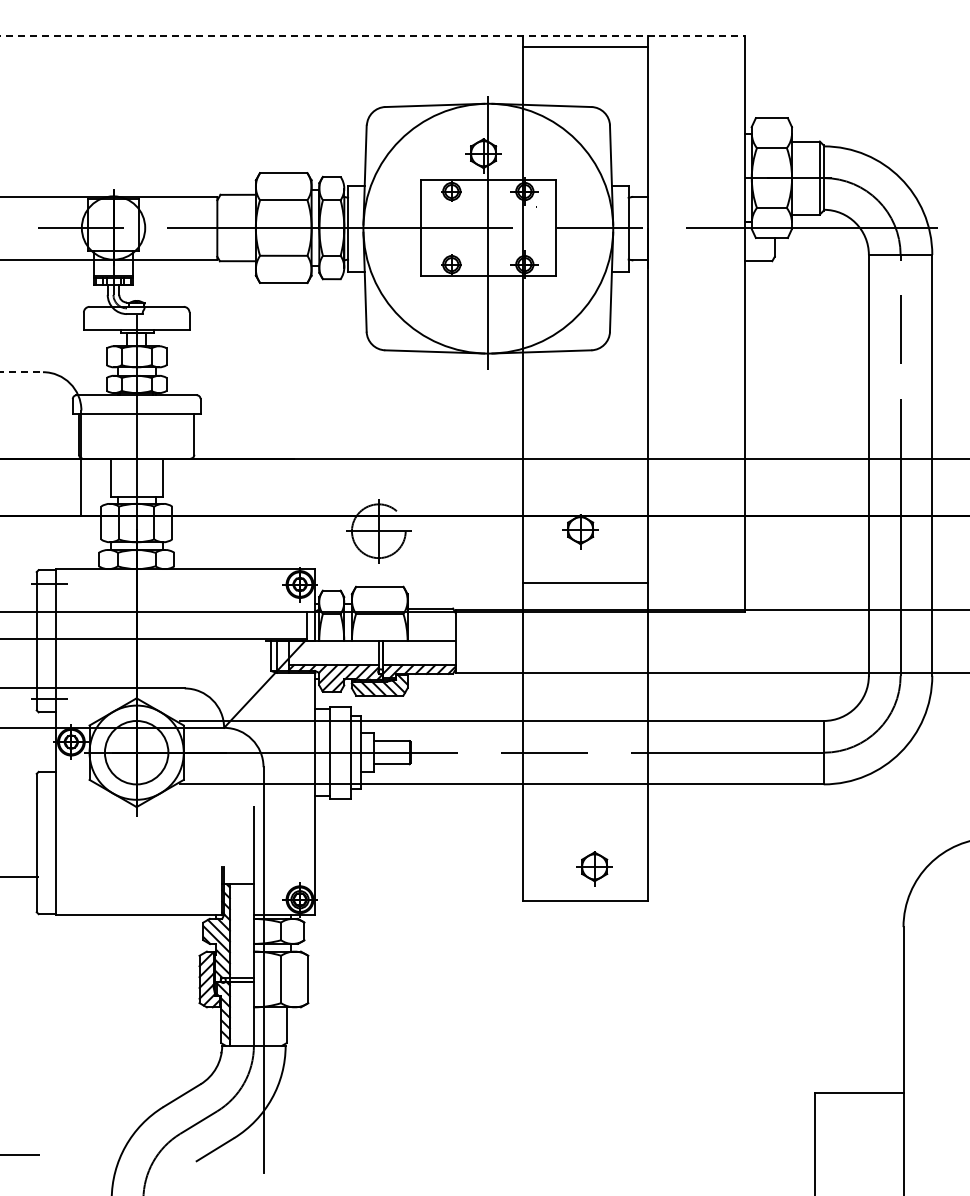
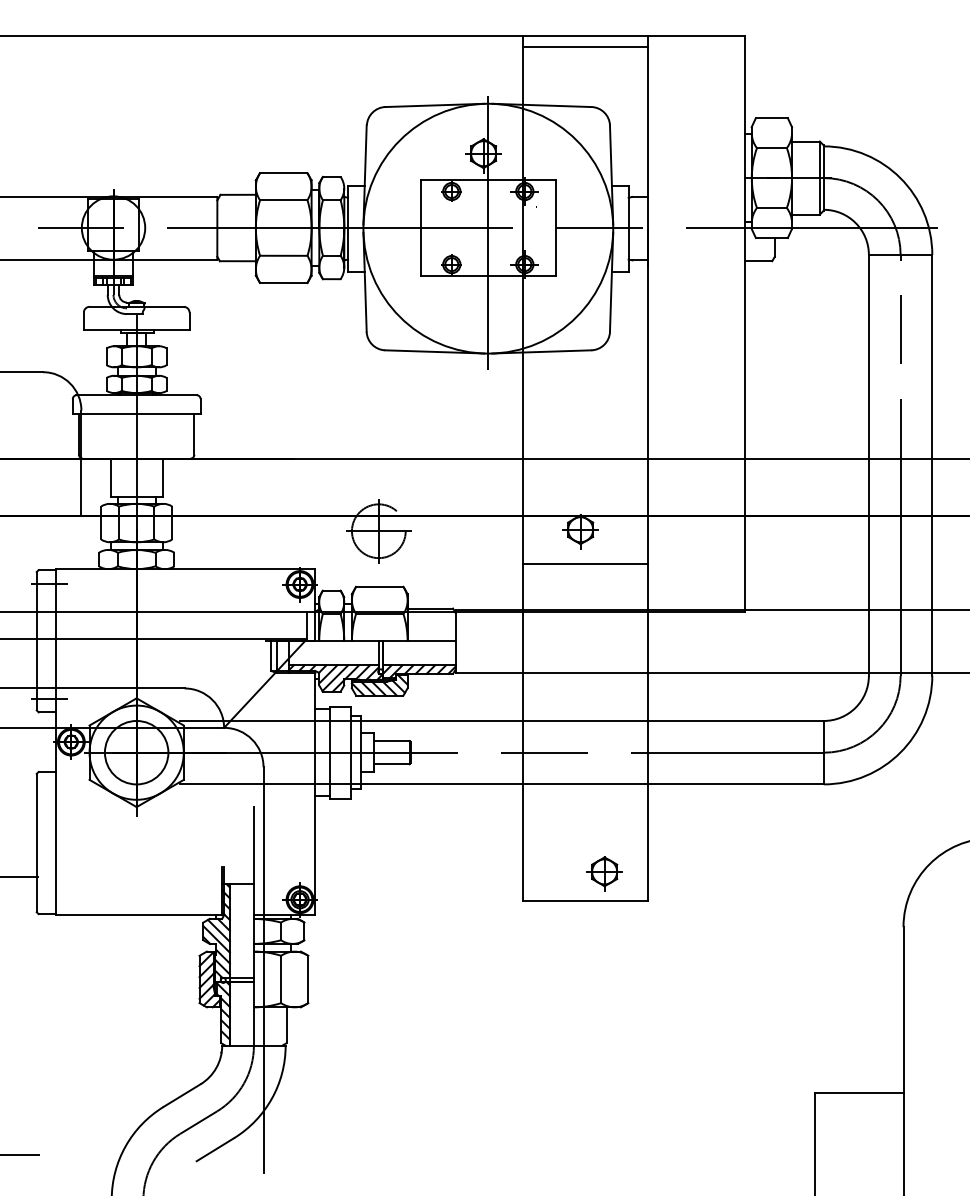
line at (373, 35): dashed -> solid
line at (22, 372): dashed -> solid
line at (585, 583) position: (585, 583) -> (585, 564)
part at (594, 868) position: (594, 868) -> (604, 873)
